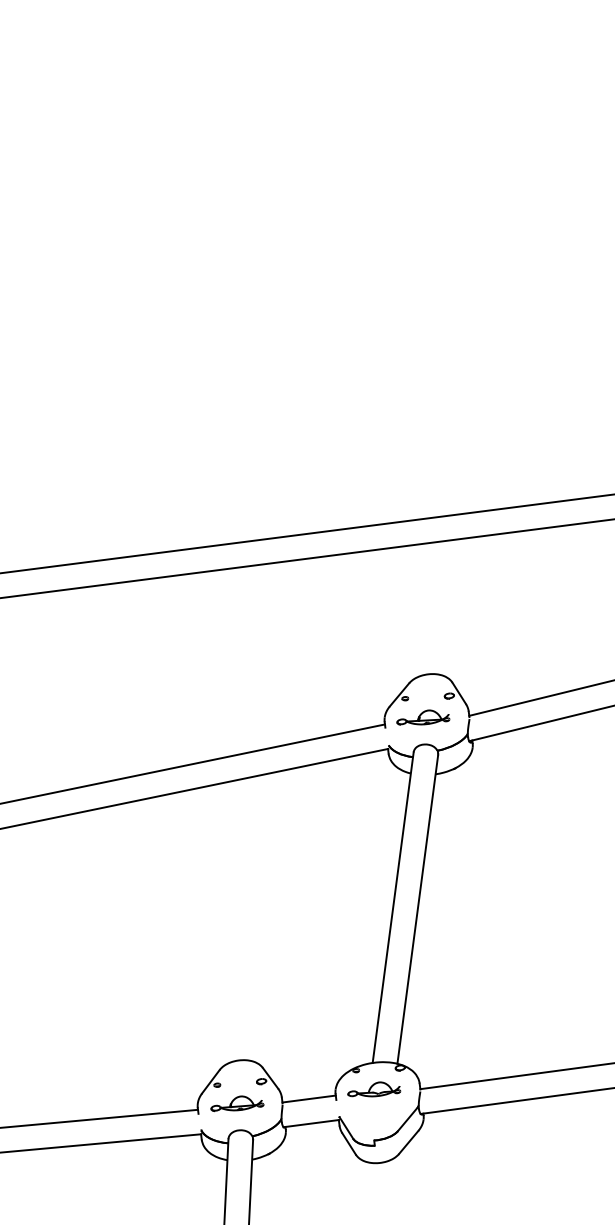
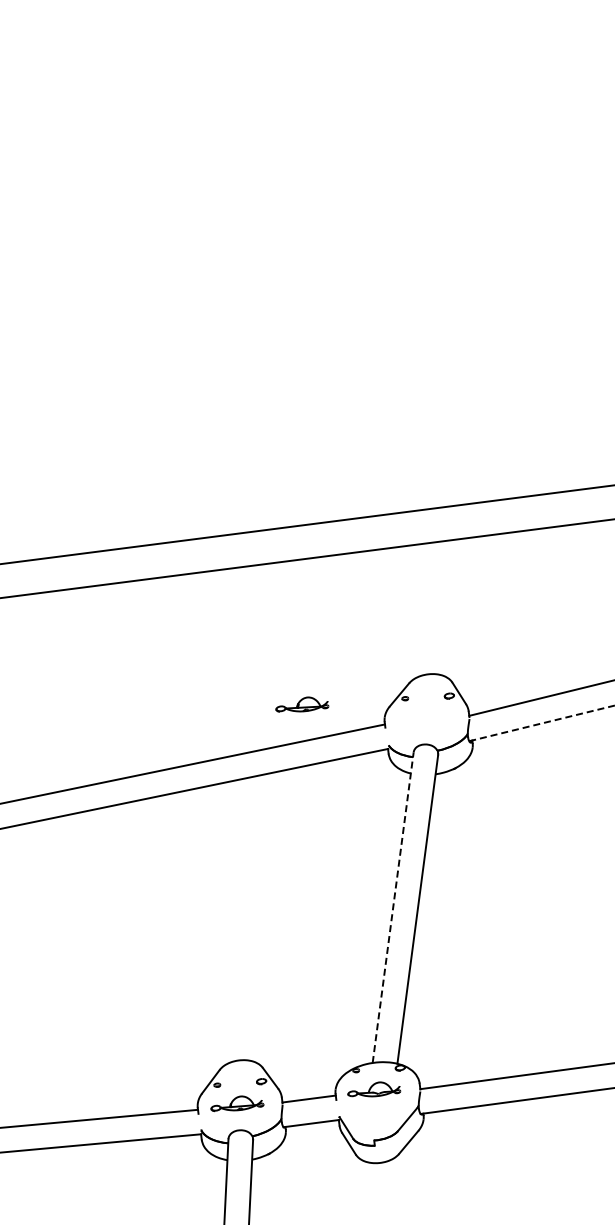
line at (306, 533) position: (306, 533) -> (306, 524)
part at (423, 717) position: (423, 717) -> (302, 704)
line at (542, 723): solid -> dashed
line at (393, 907): solid -> dashed
